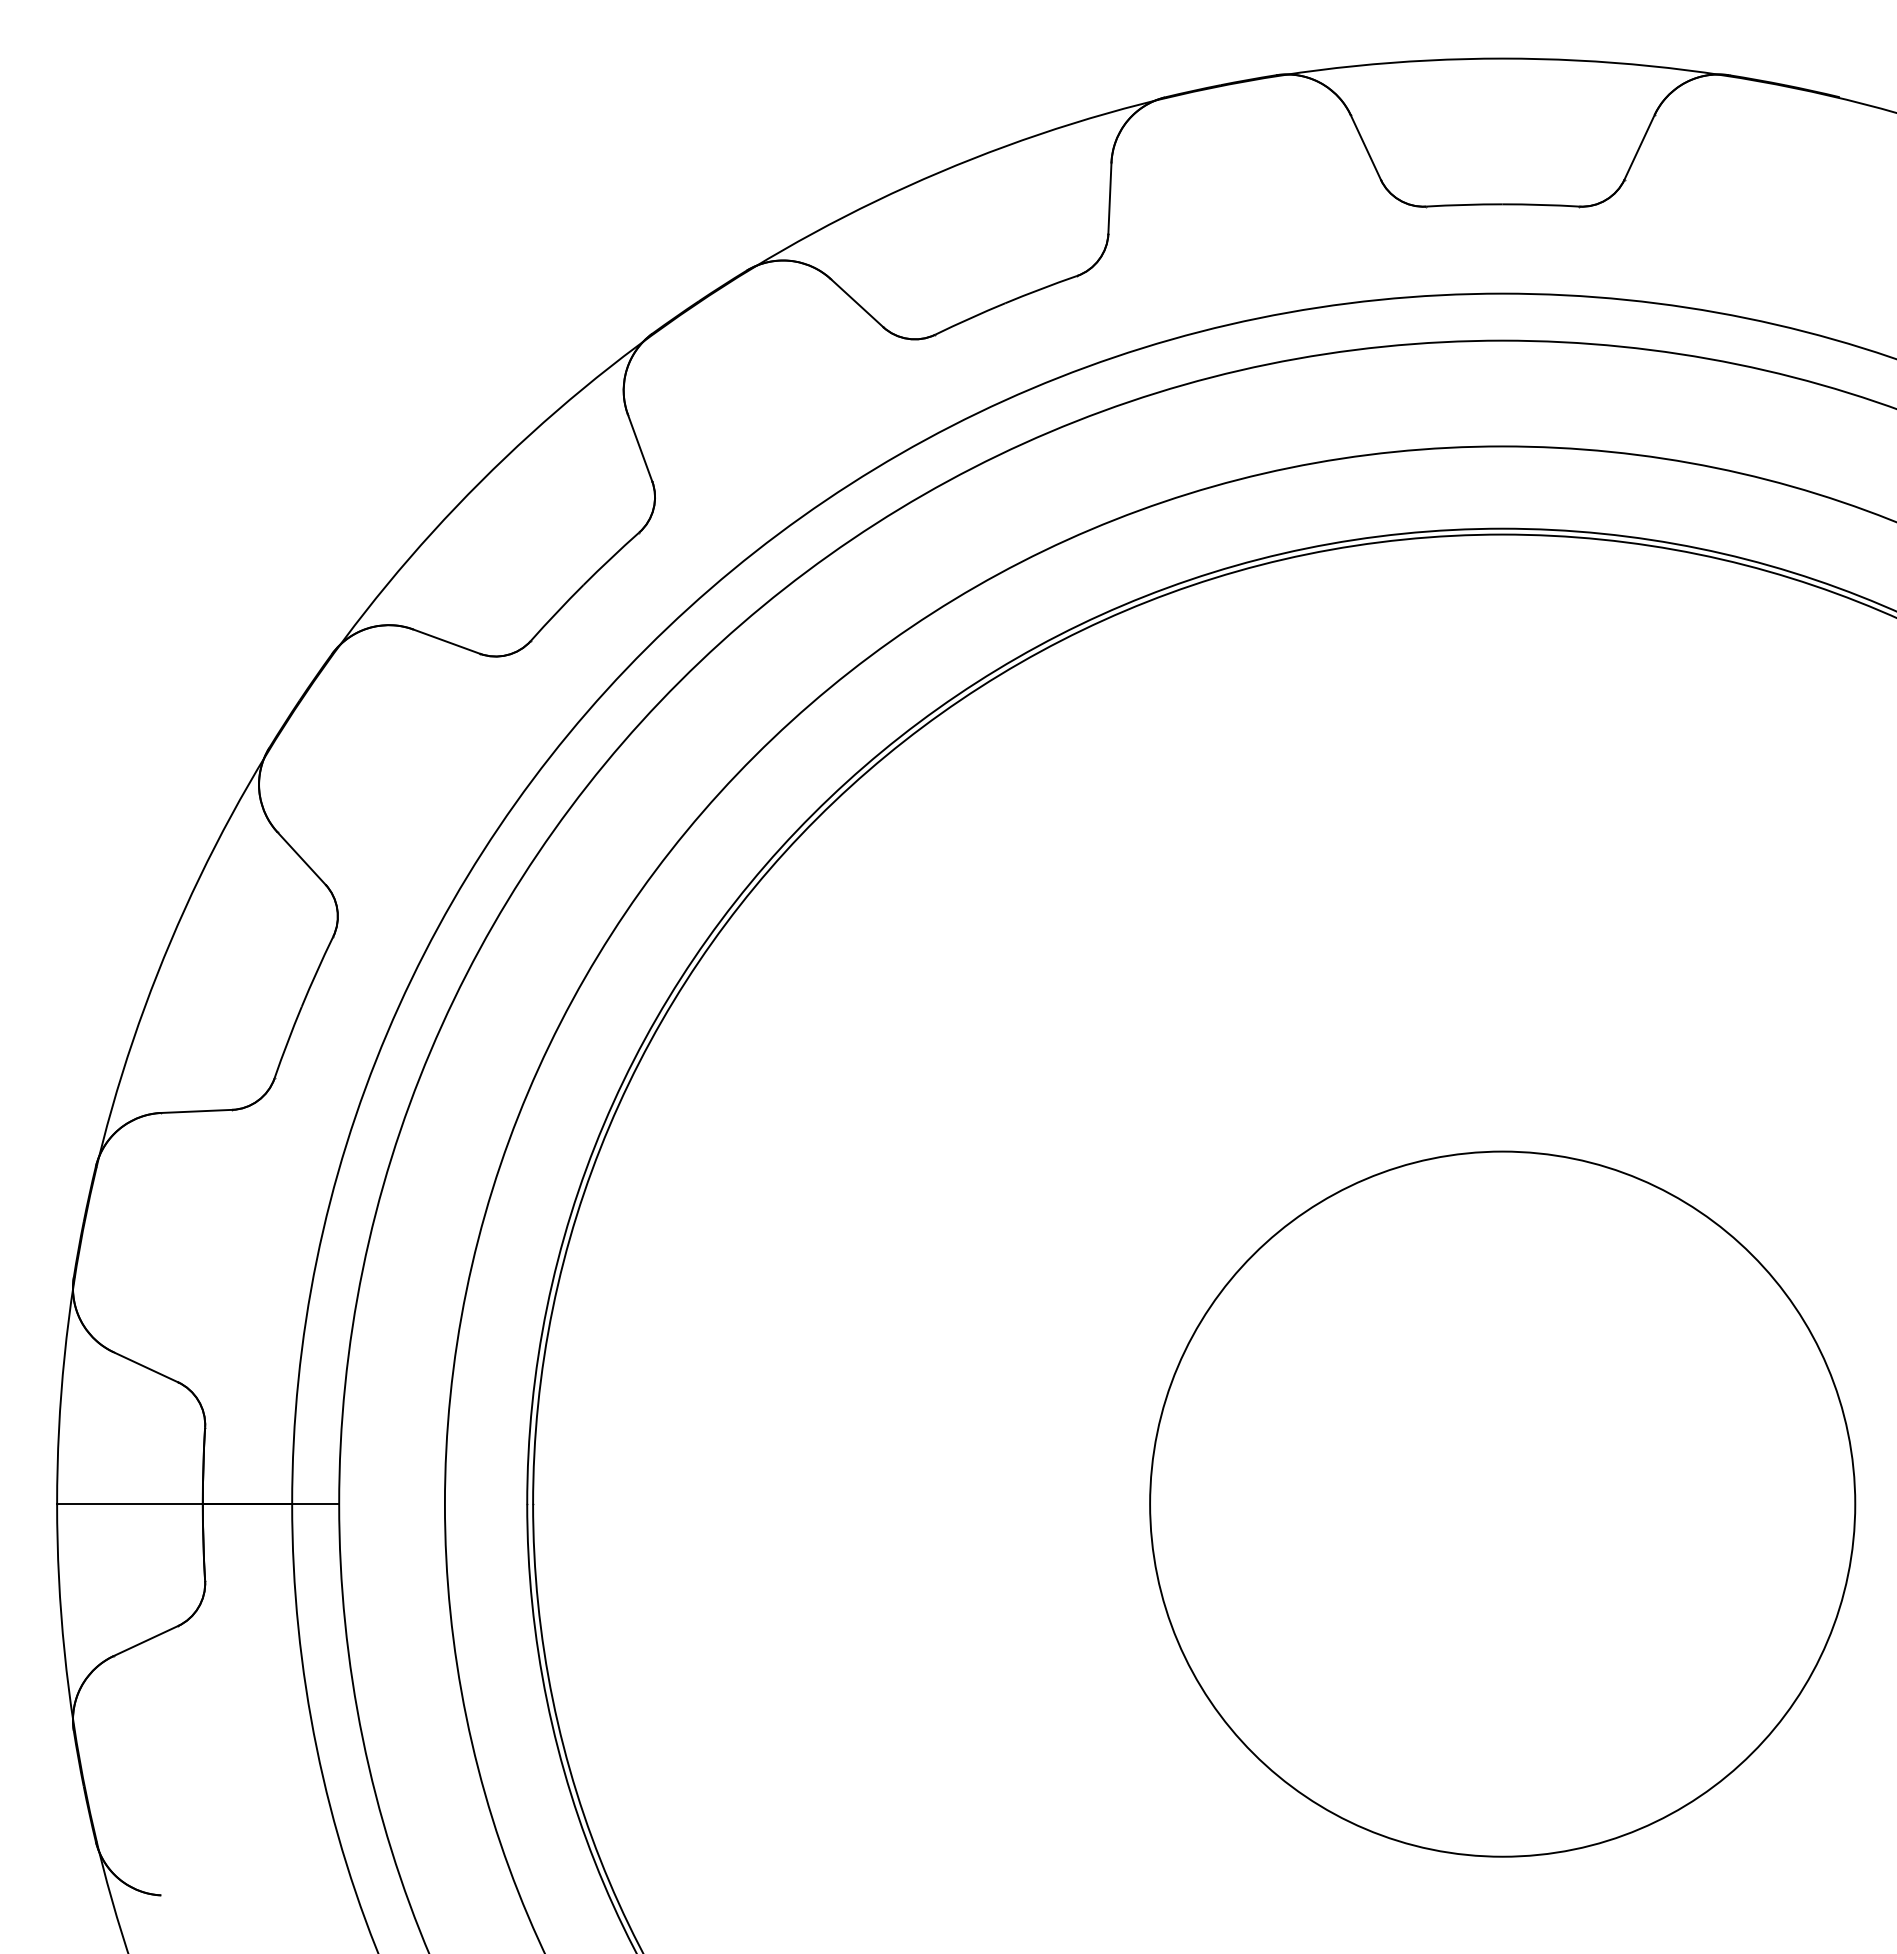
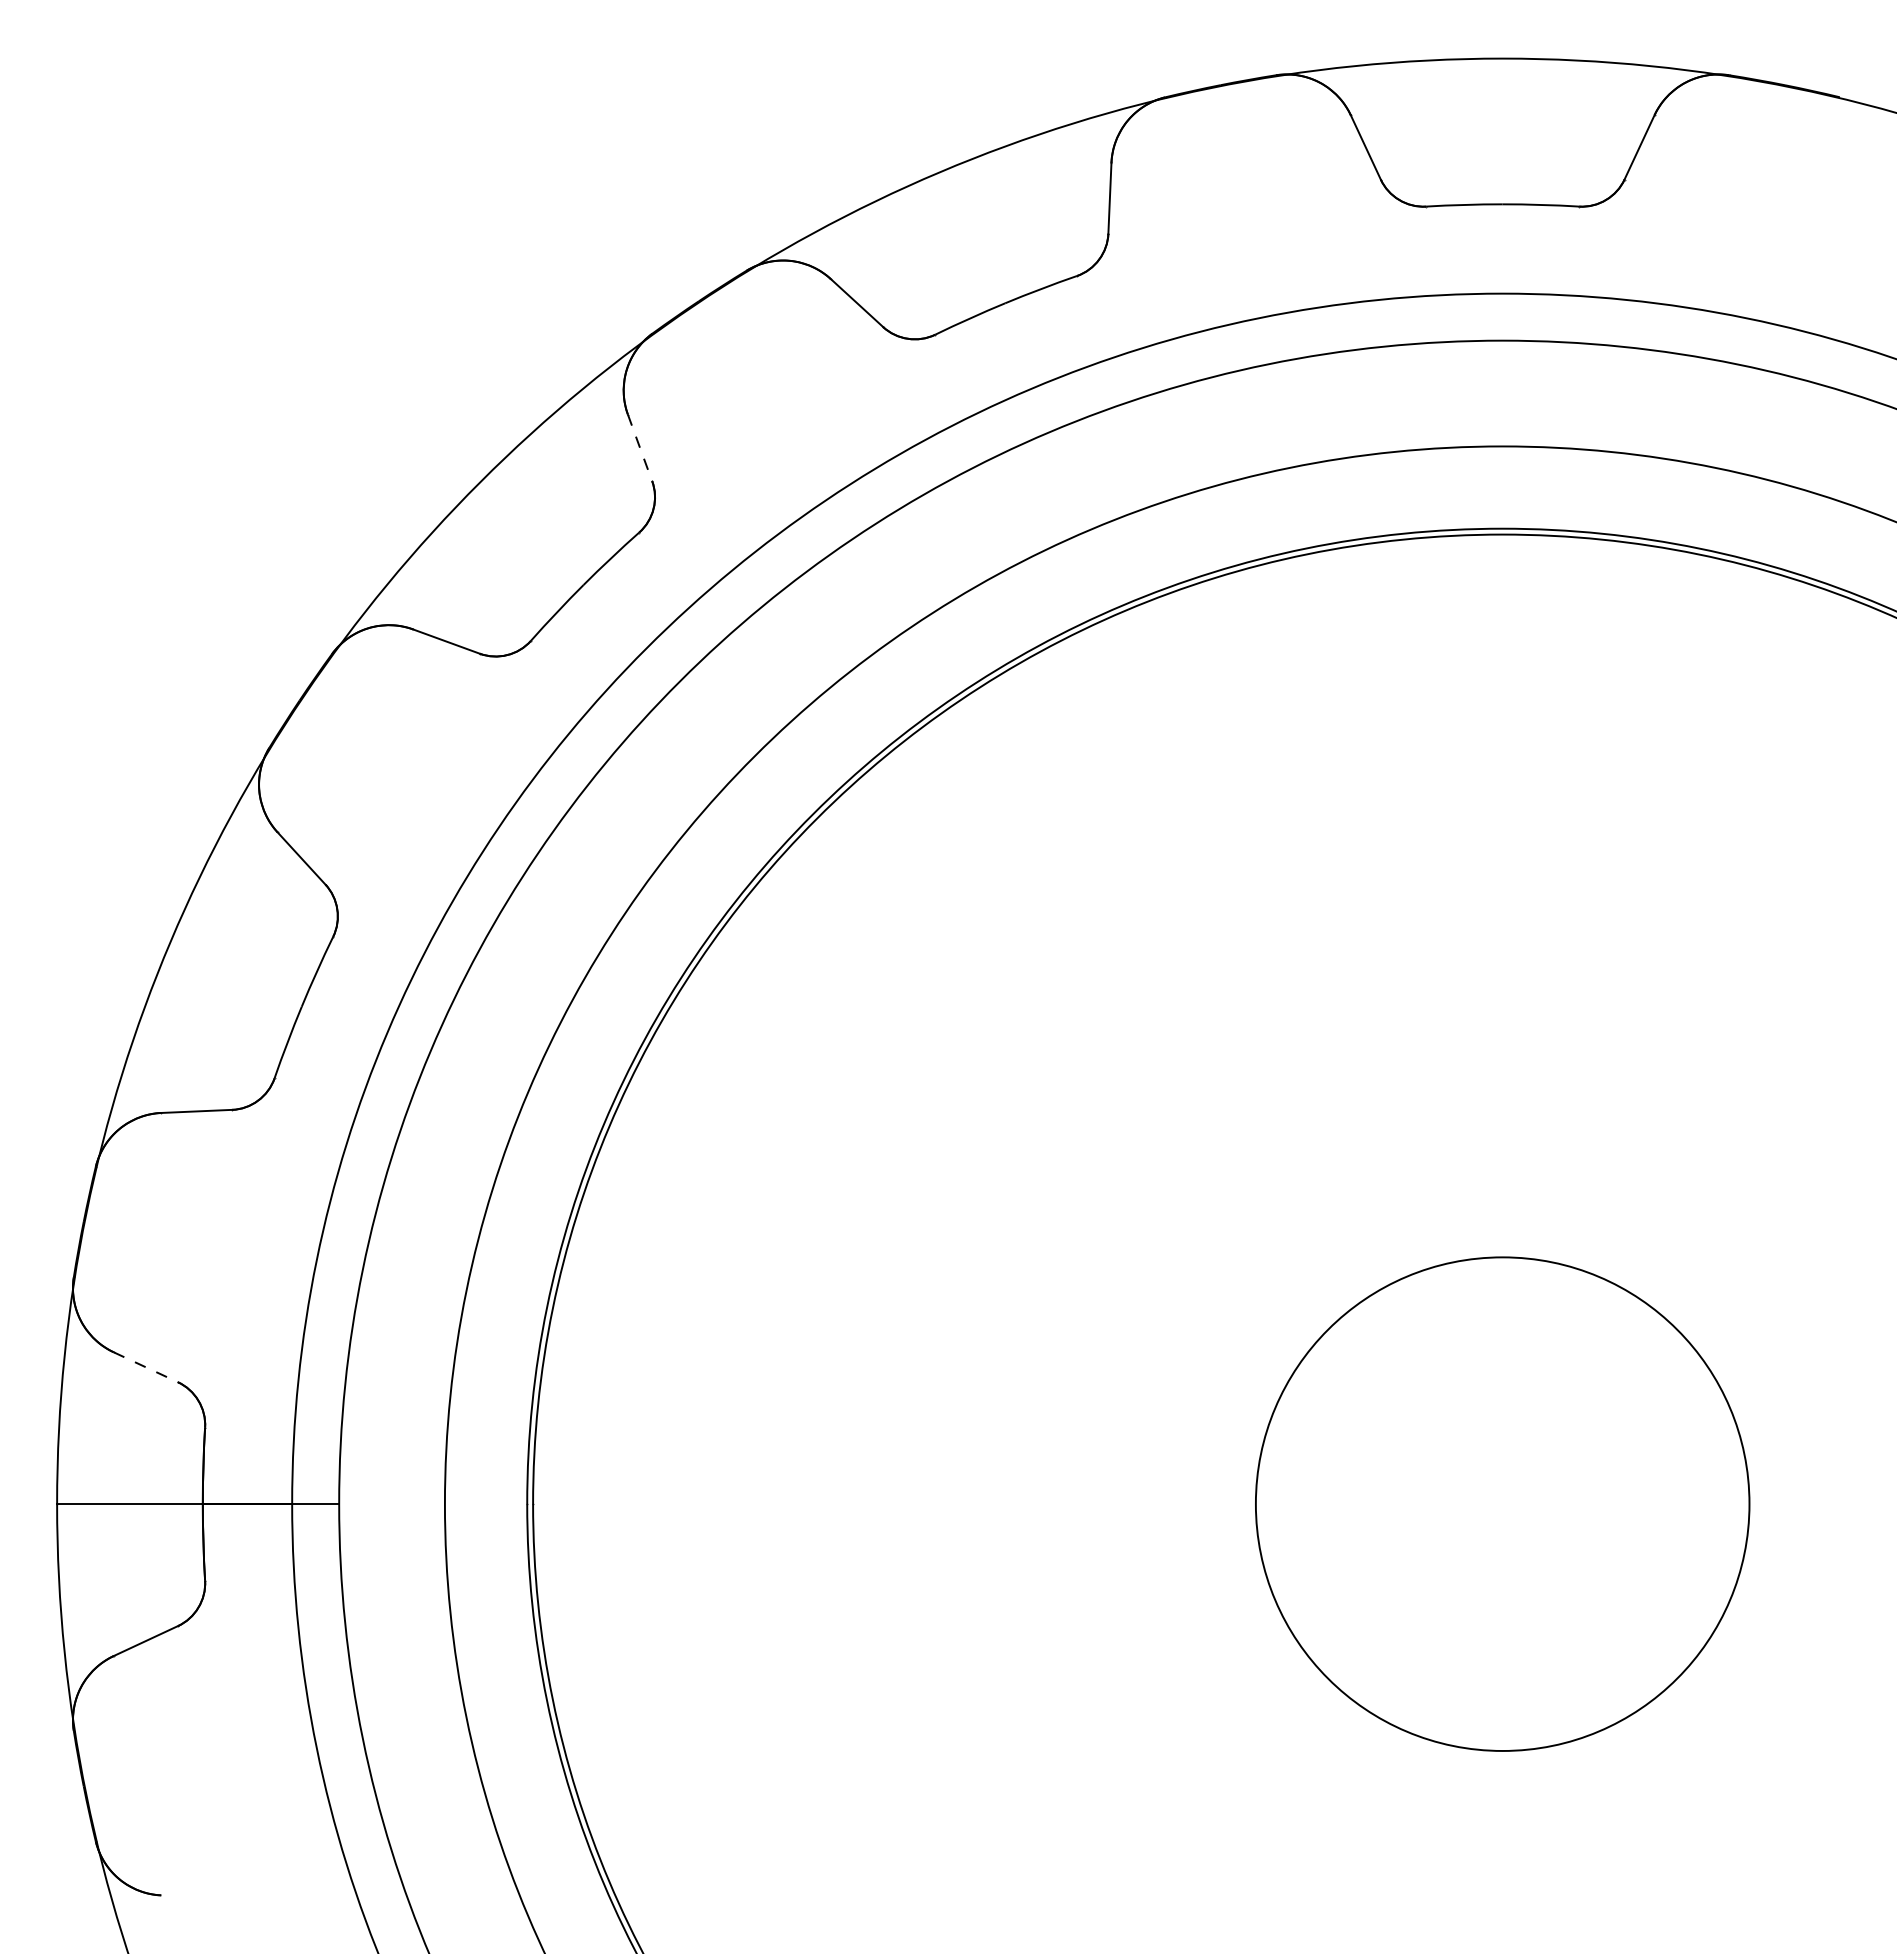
line at (640, 447): solid -> dashed
line at (145, 1367): solid -> dashed
circle at (1502, 1503) diameter: 705 px -> 494 px
